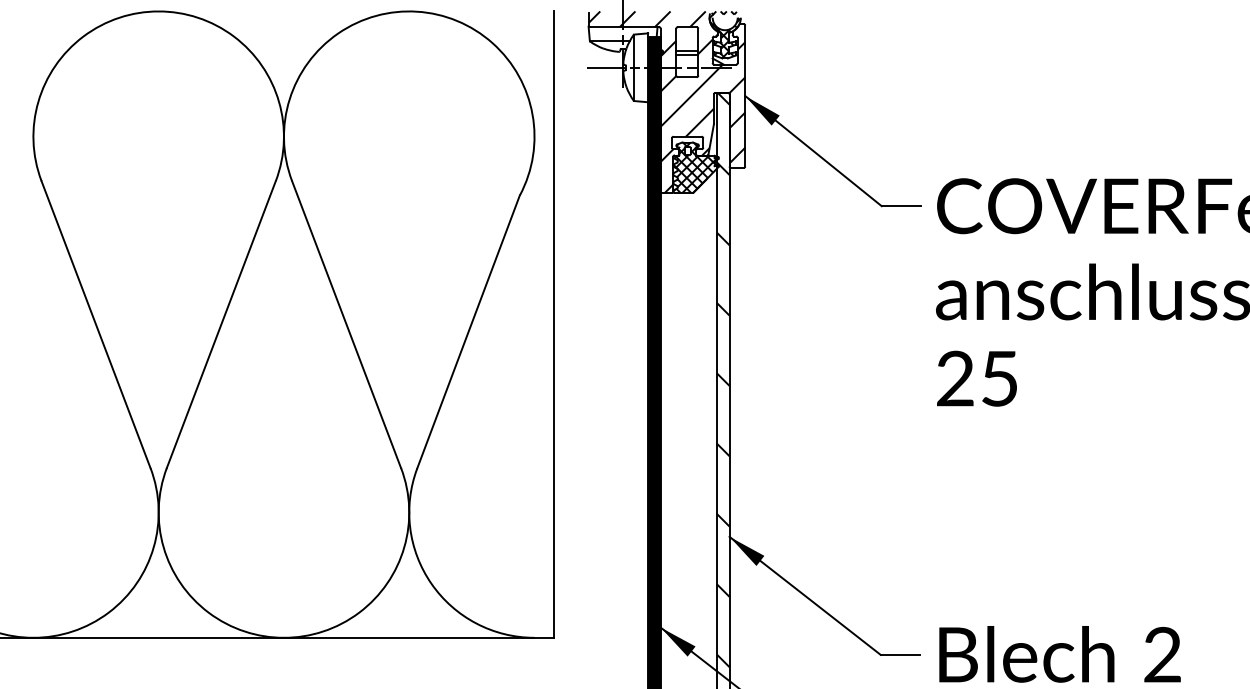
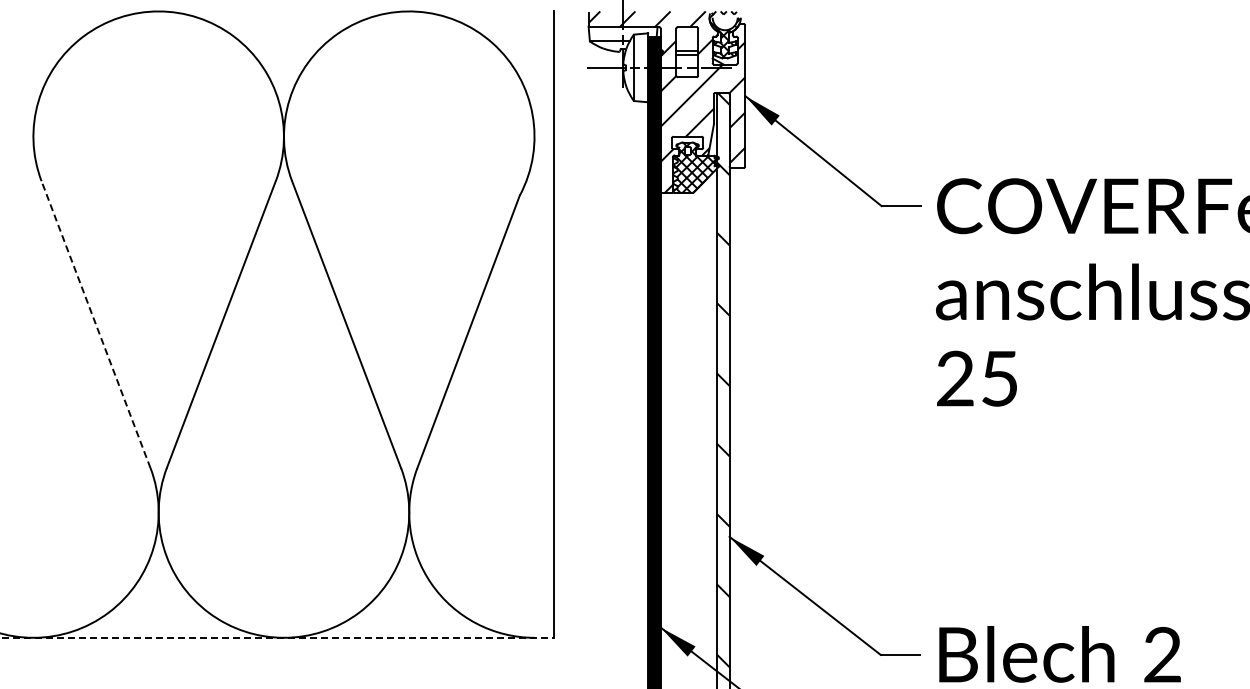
line at (95, 324): solid -> dashed
line at (277, 637): solid -> dashed
